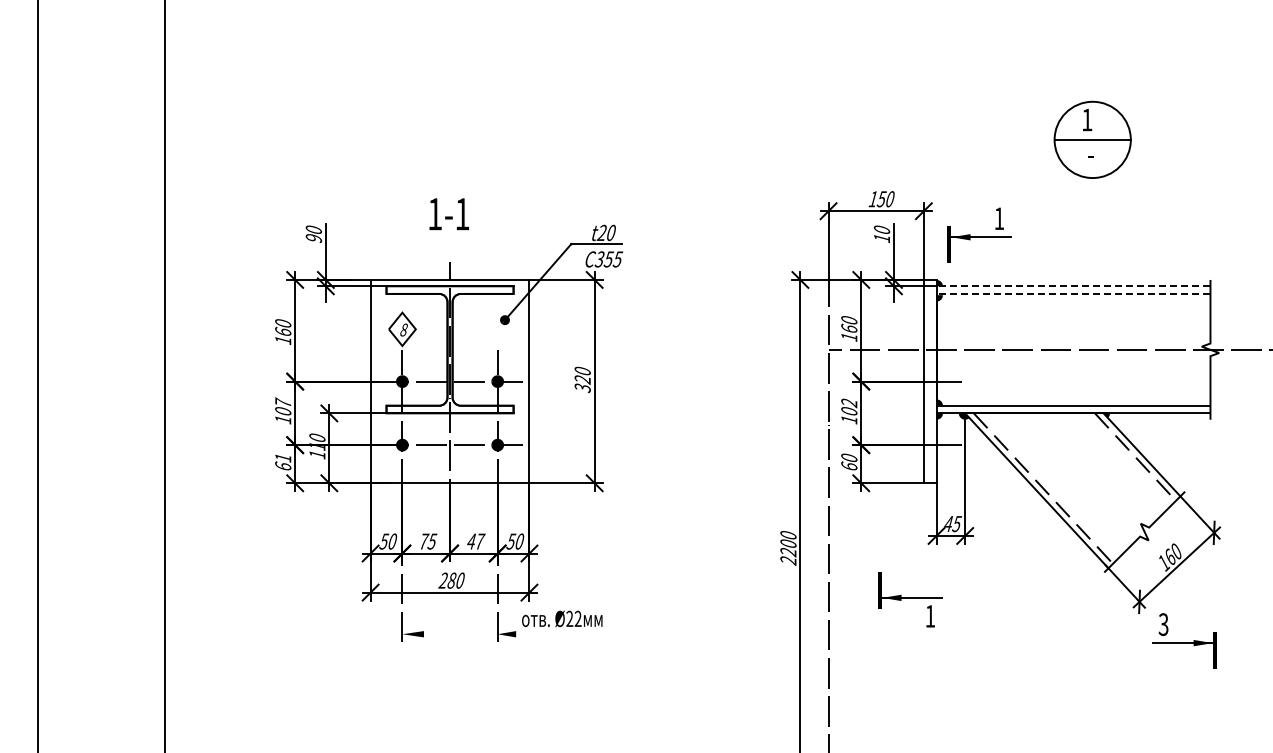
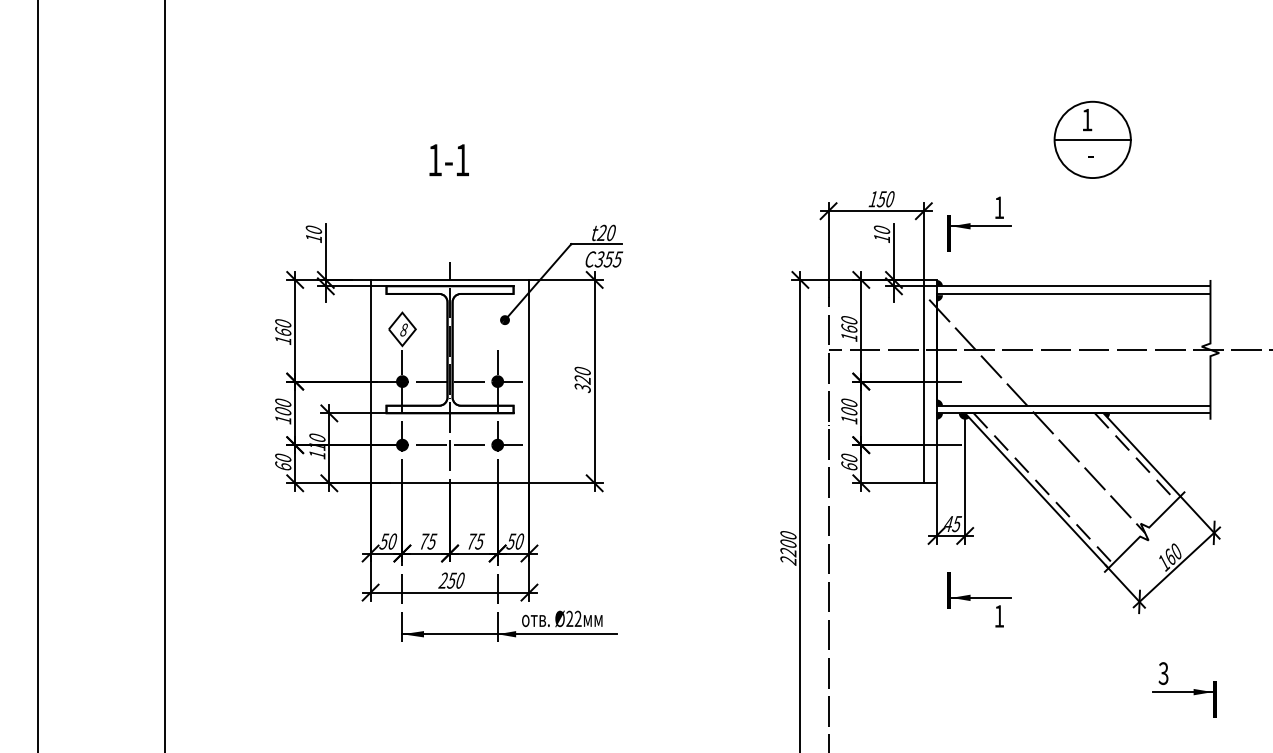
text at (448, 214) position: (448, 214) -> (448, 160)
part at (979, 234) position: (979, 234) -> (979, 223)
text at (313, 238): 90 -> 10
line at (1073, 286): dashed -> solid
line at (1073, 293): dashed -> solid
text at (283, 401): 107 -> 100
text at (849, 403): 102 -> 100
line at (1037, 416): none -> present
text at (283, 457): 61 -> 60
text at (476, 541): 47 -> 75
text at (451, 580): 280 -> 250
part at (910, 599) position: (910, 599) -> (979, 599)
line at (509, 634): none -> present
part at (1184, 640) position: (1184, 640) -> (1184, 689)
